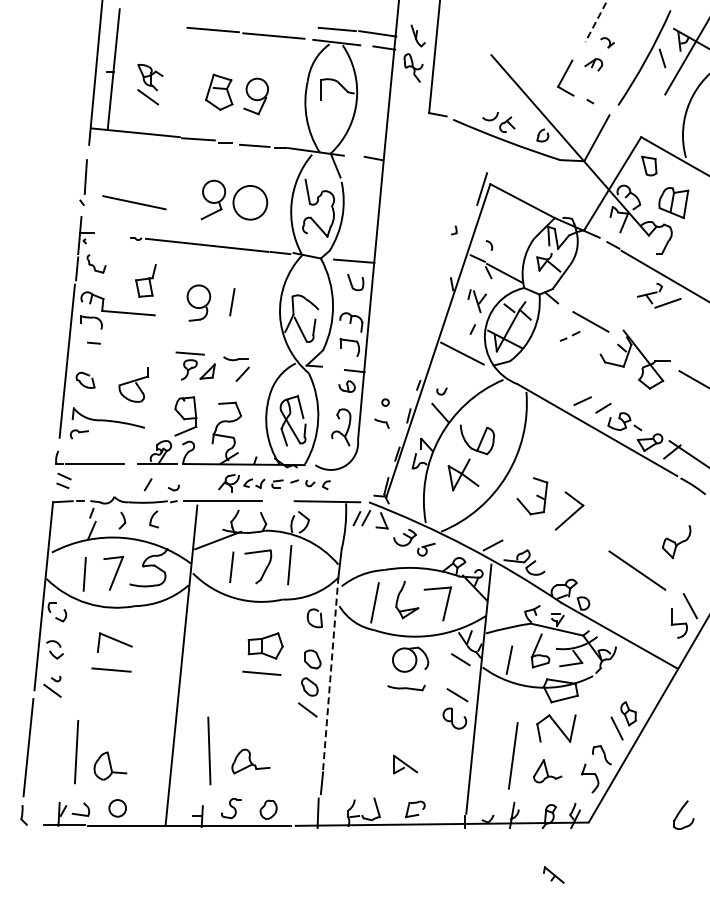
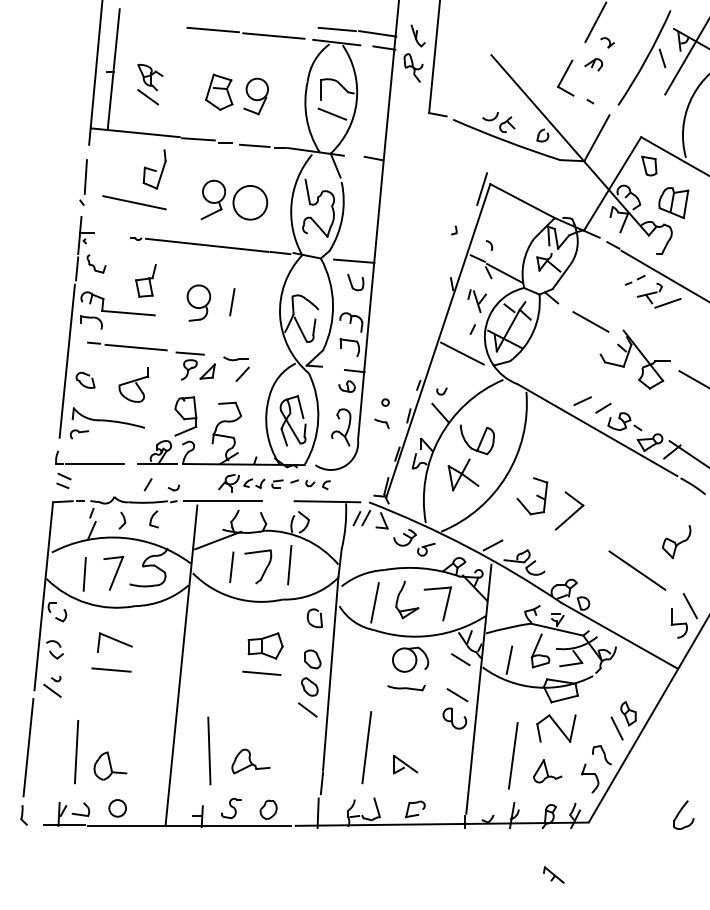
line at (595, 22): dashed -> solid
line at (332, 113): none -> present
part at (154, 169): none -> present
part at (569, 336) position: (569, 336) -> (634, 280)
line at (135, 347): none -> present
line at (330, 673): dashed -> solid
line at (366, 747): none -> present
